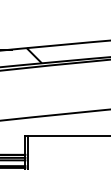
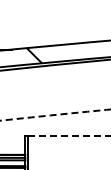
arc at (56, 114): solid -> dashed
line at (69, 135): solid -> dashed
